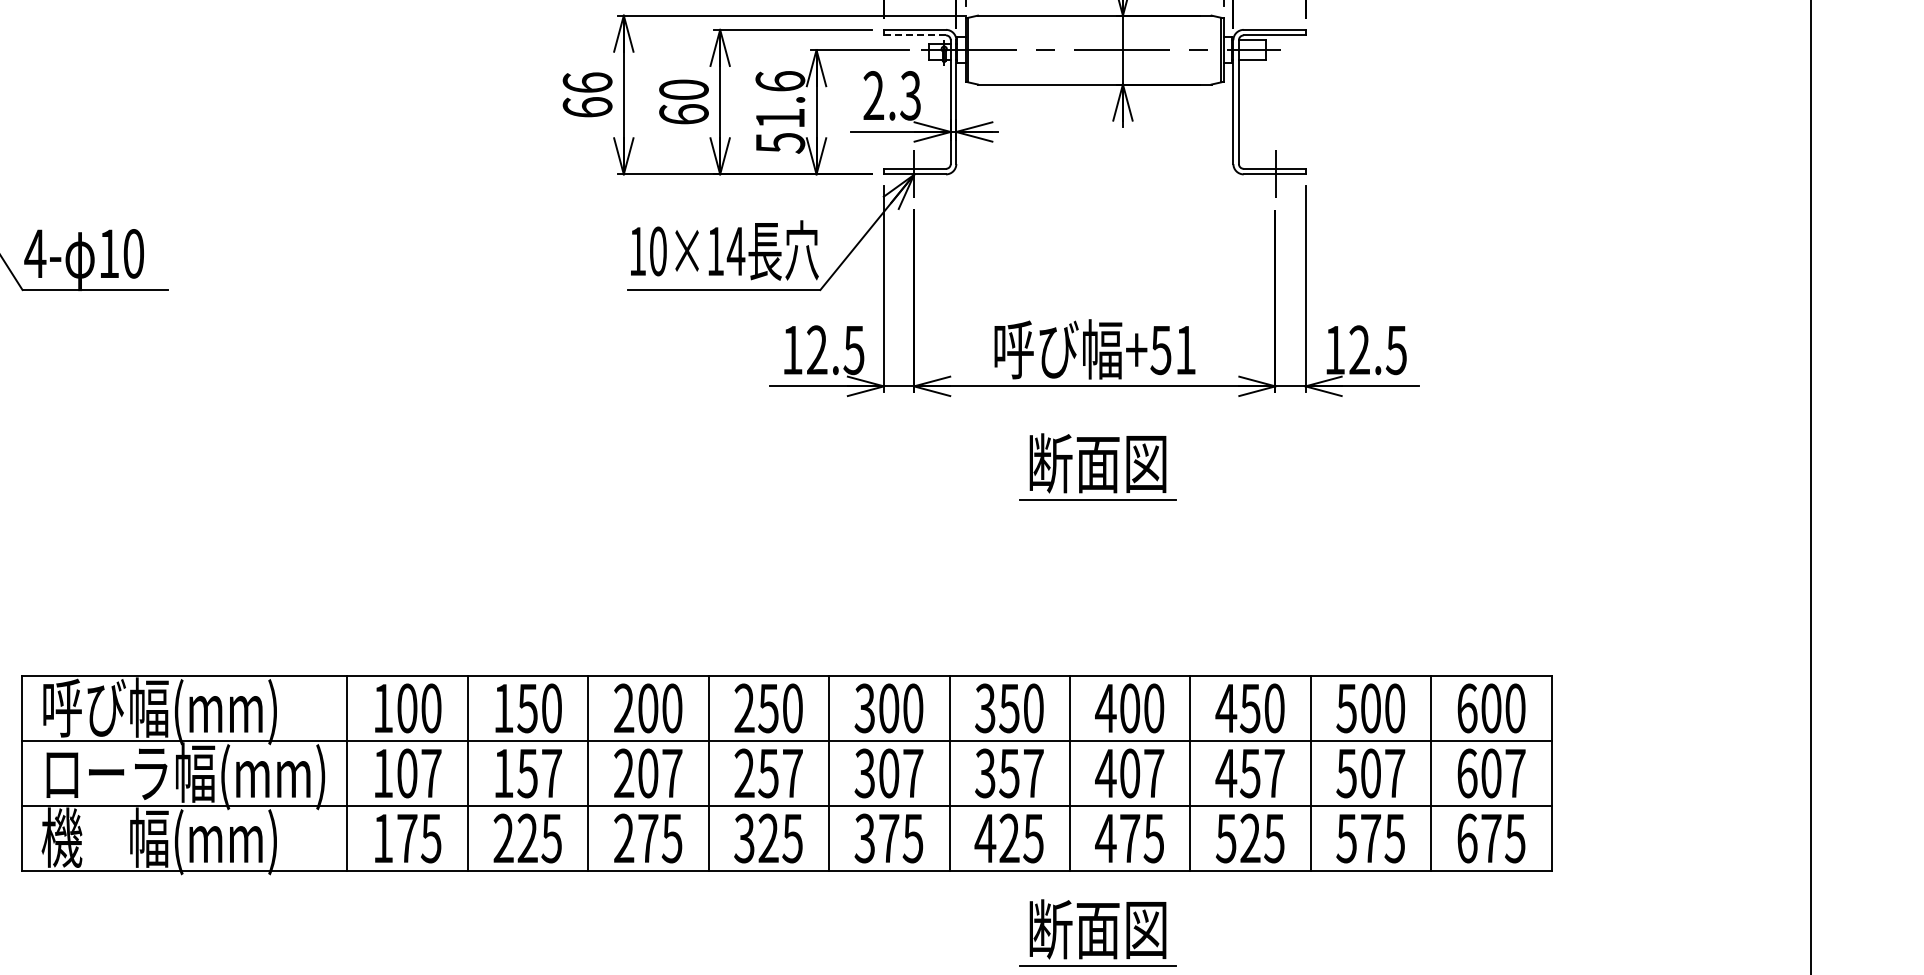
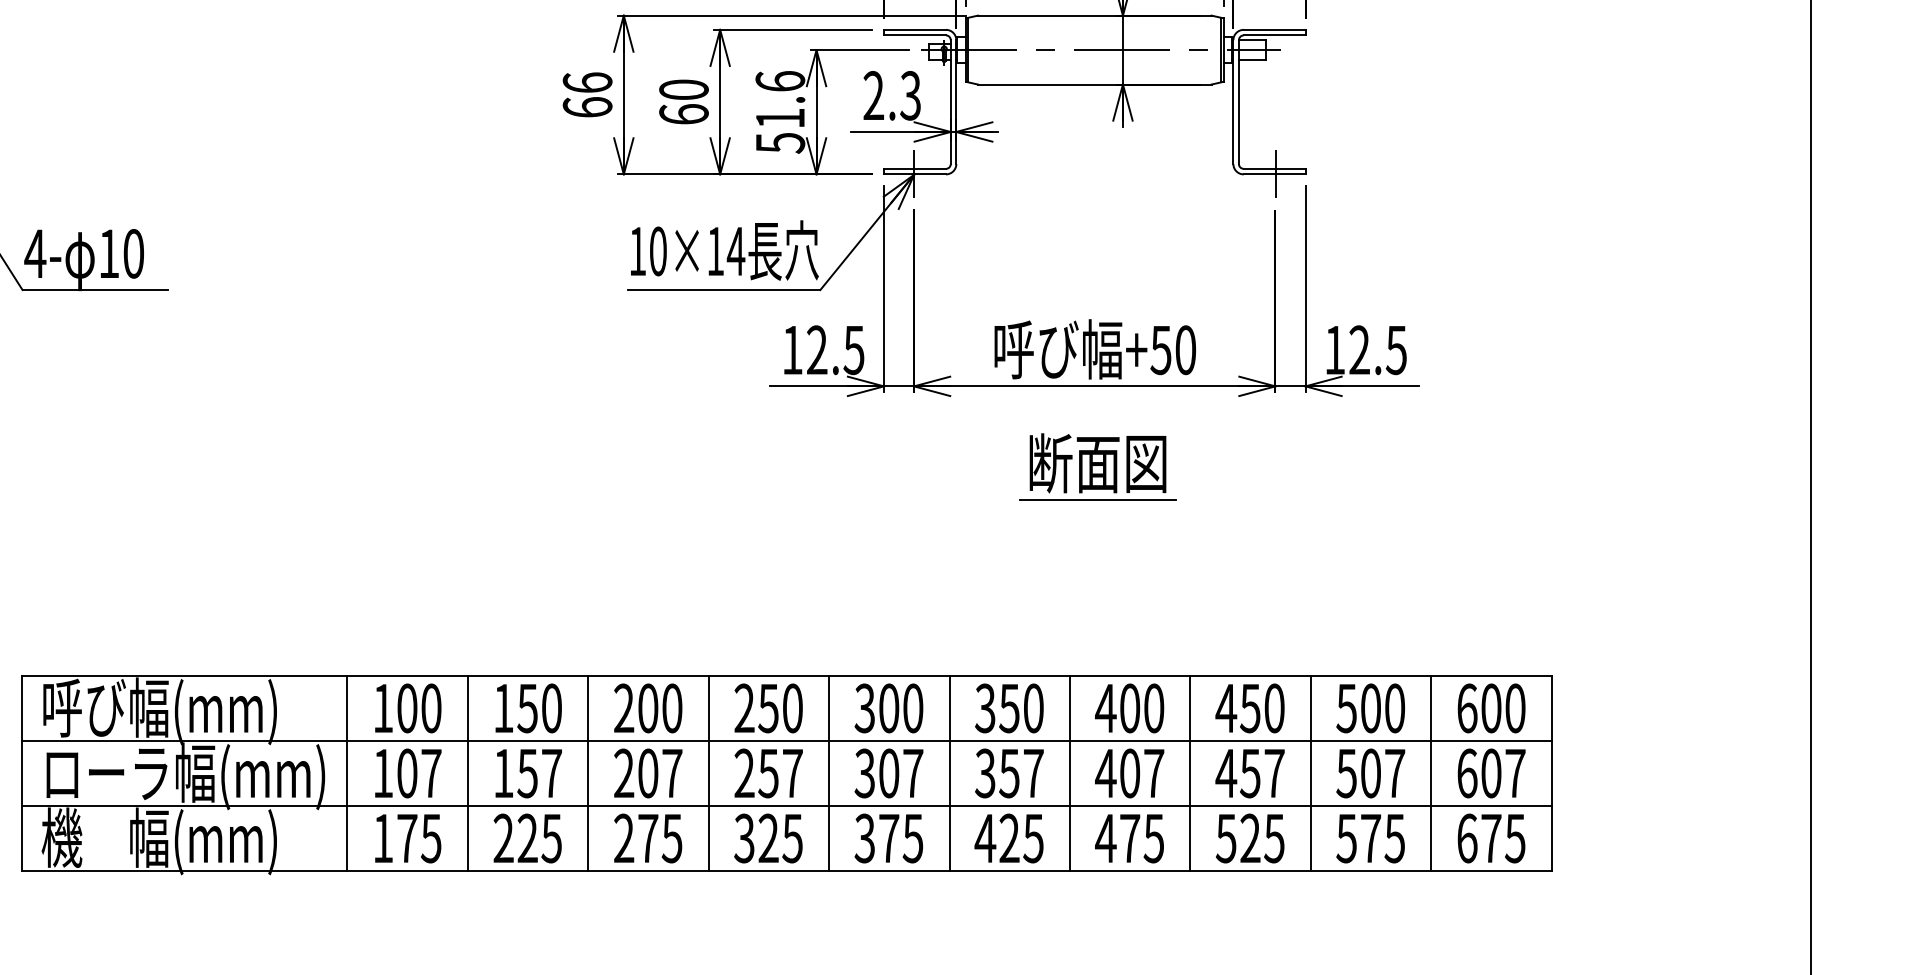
line at (915, 35): dashed -> solid
text at (1185, 350): +51 -> +50
part at (1097, 932): present -> none
